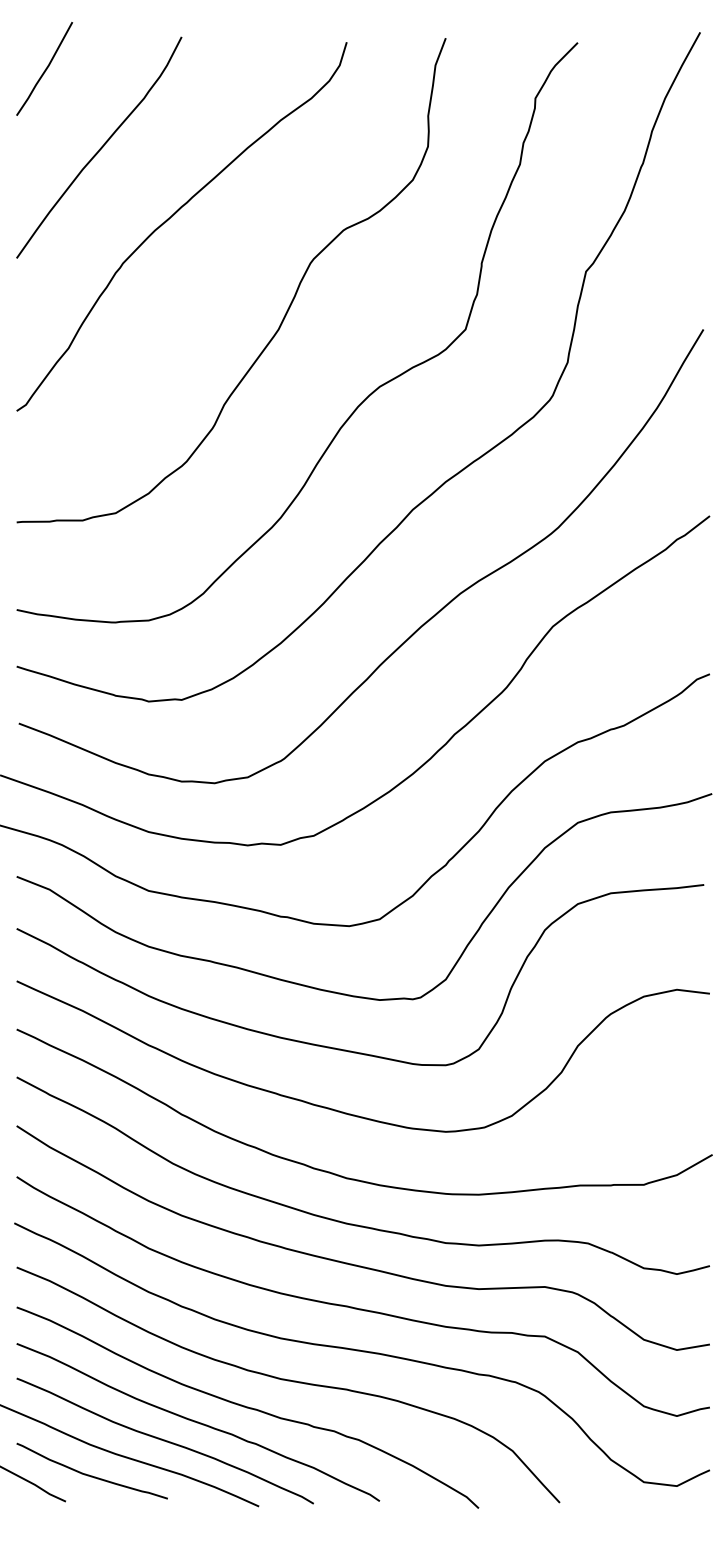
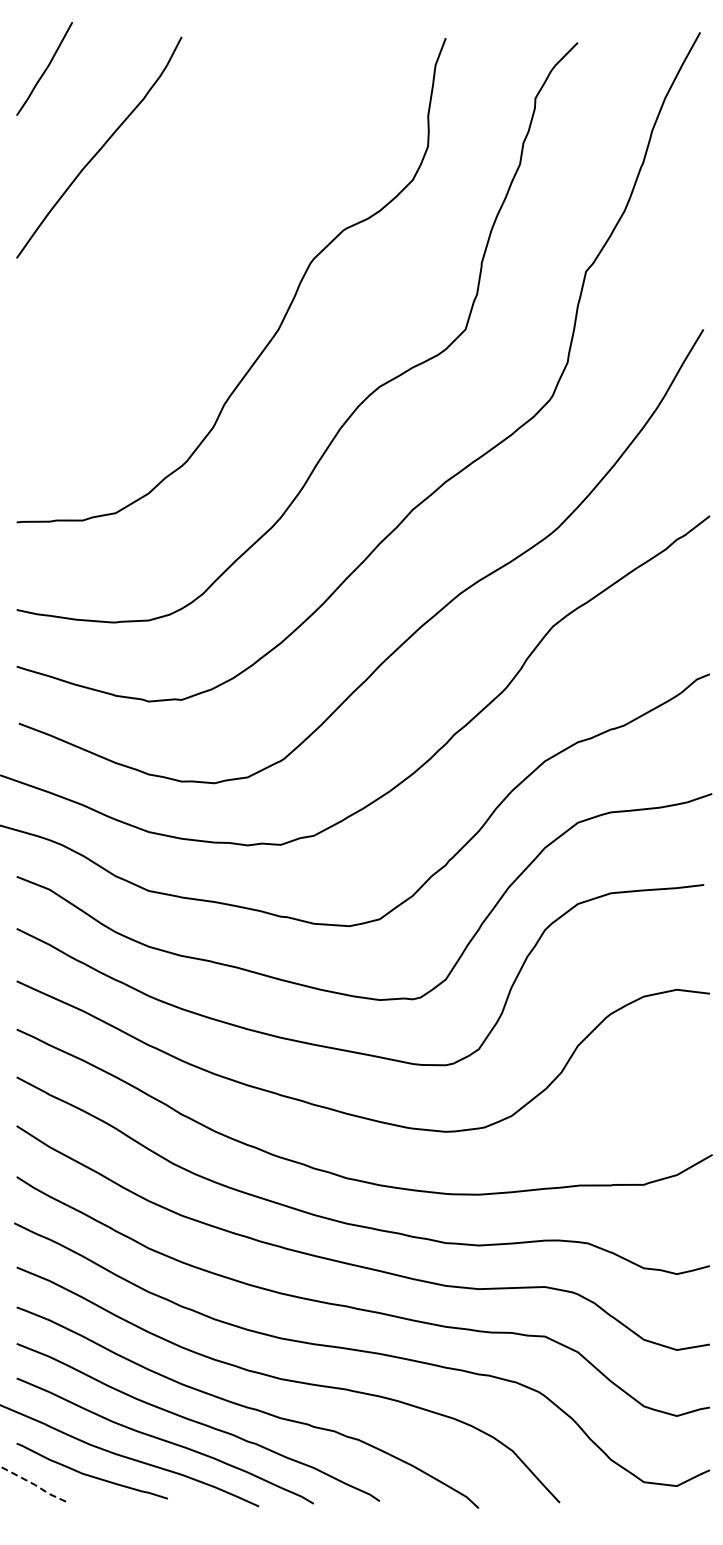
curve at (174, 215): present -> none
line at (34, 1484): solid -> dashed
